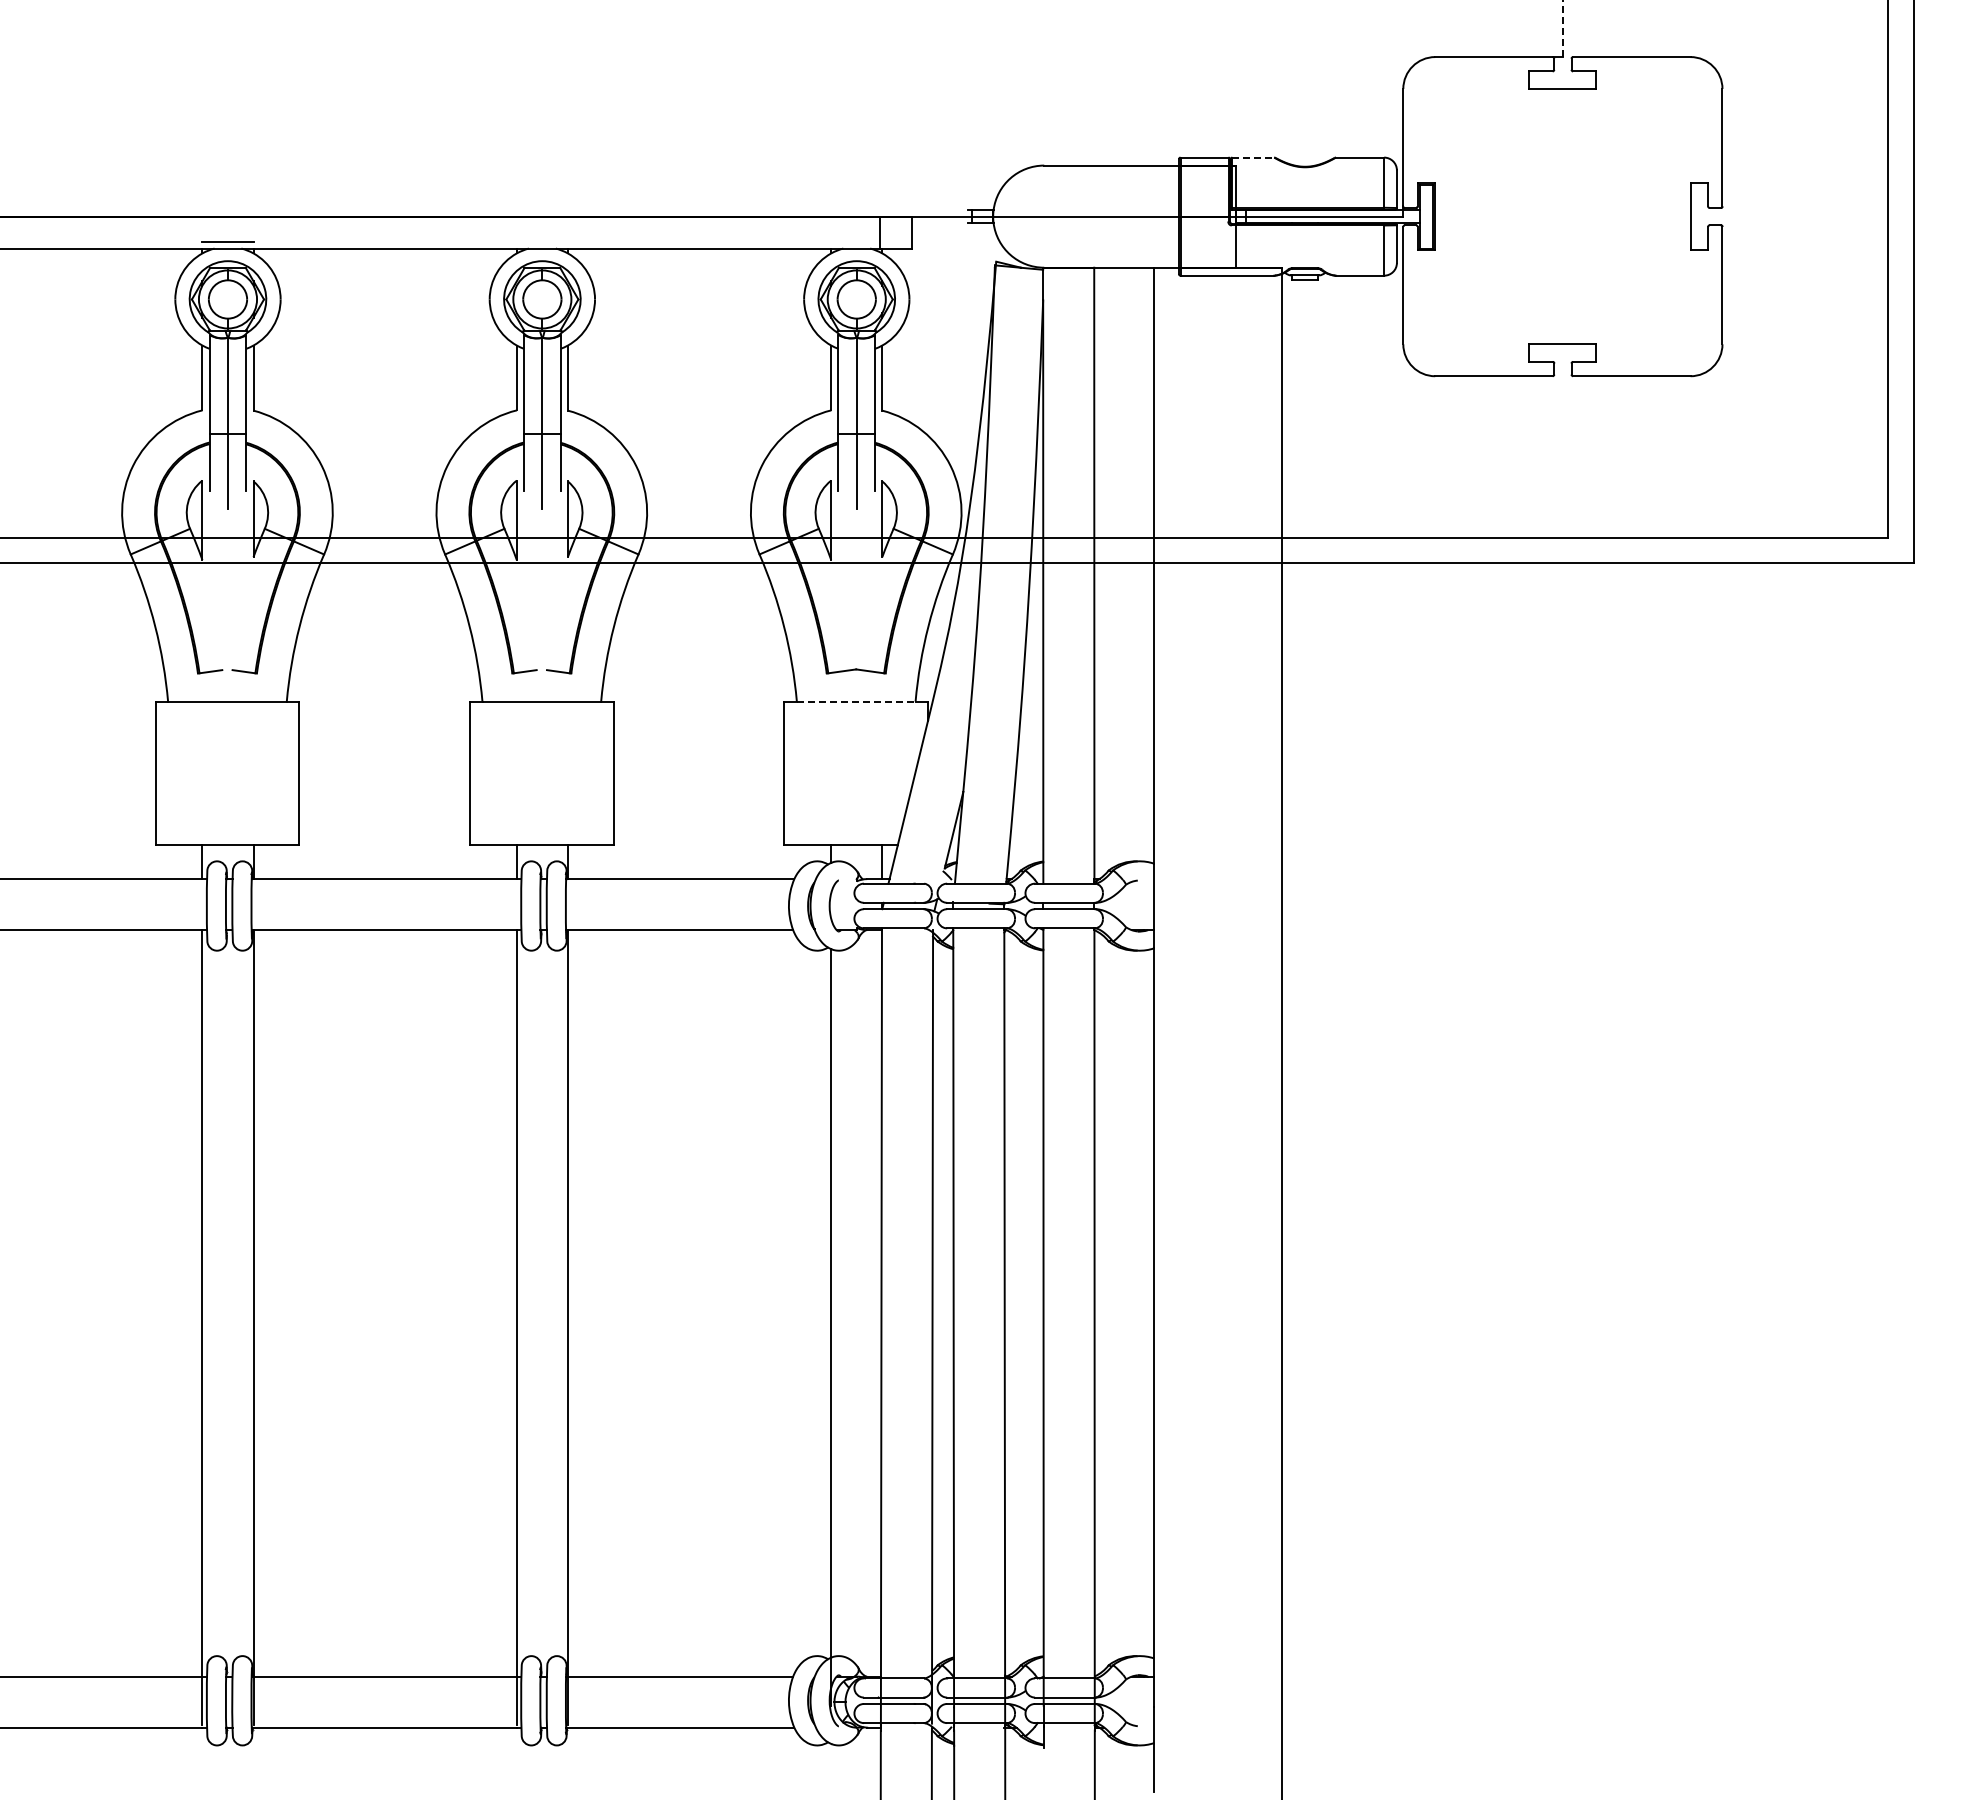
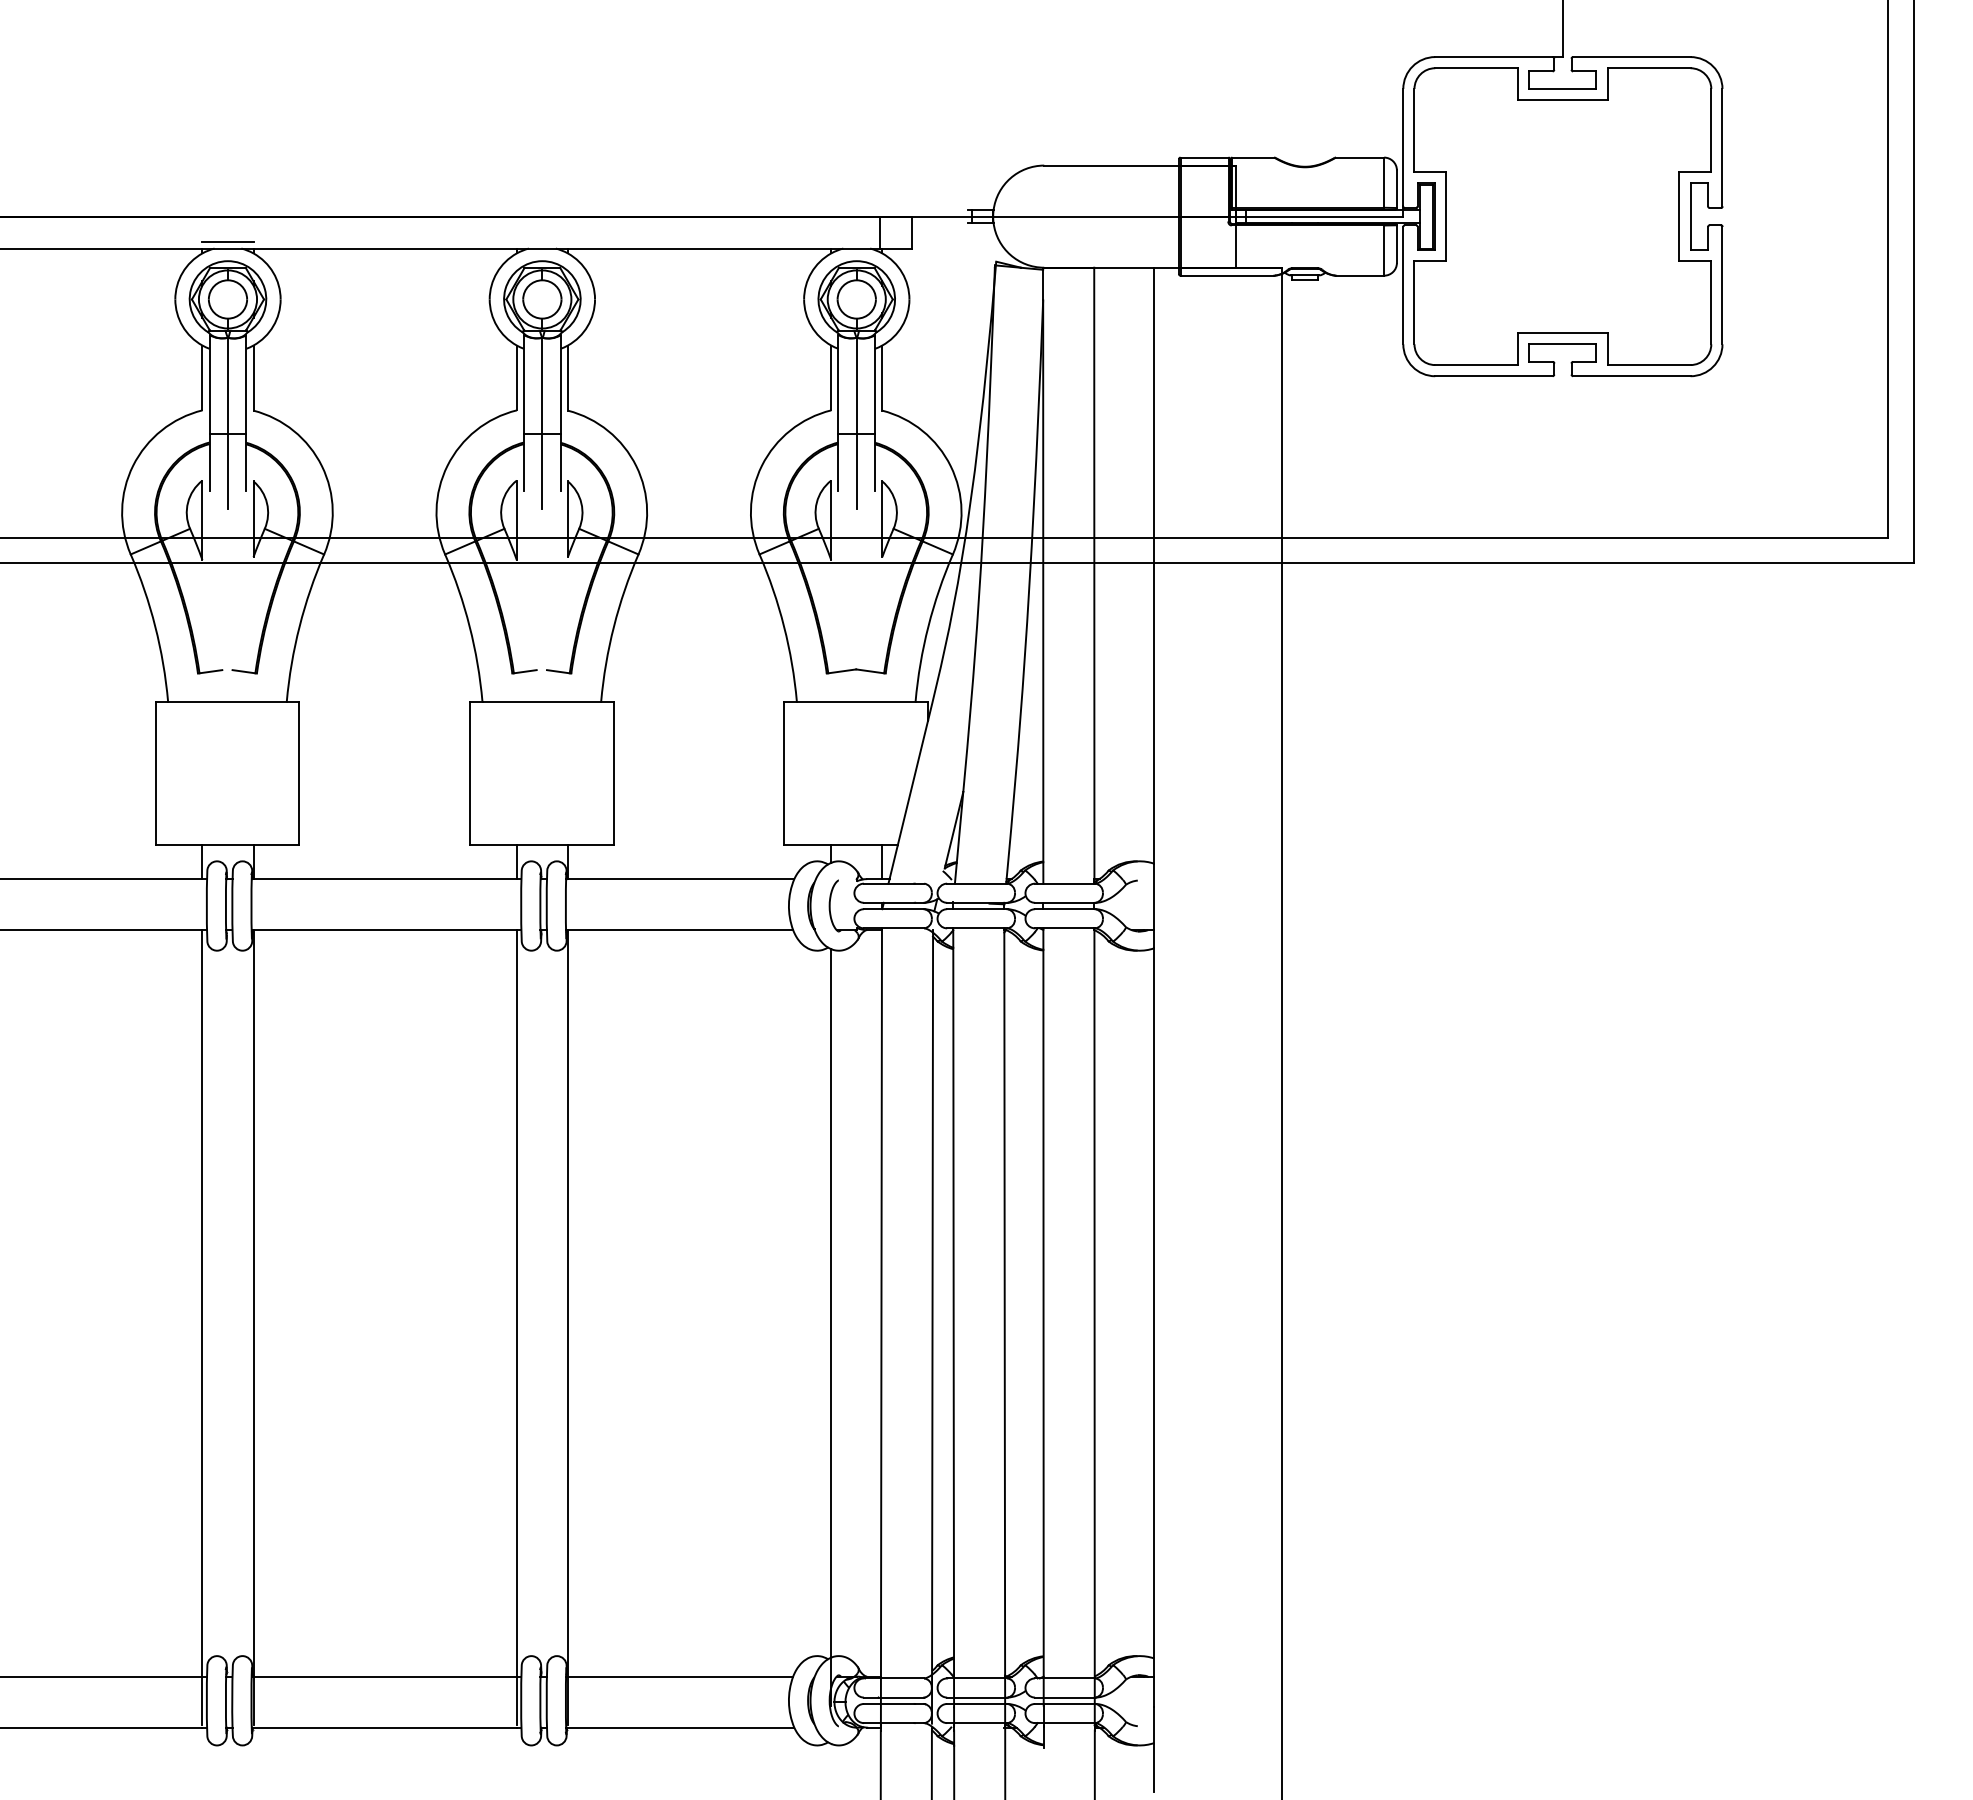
line at (1562, 28): dashed -> solid
line at (1253, 157): dashed -> solid
part at (1562, 216): none -> present
line at (856, 701): dashed -> solid
